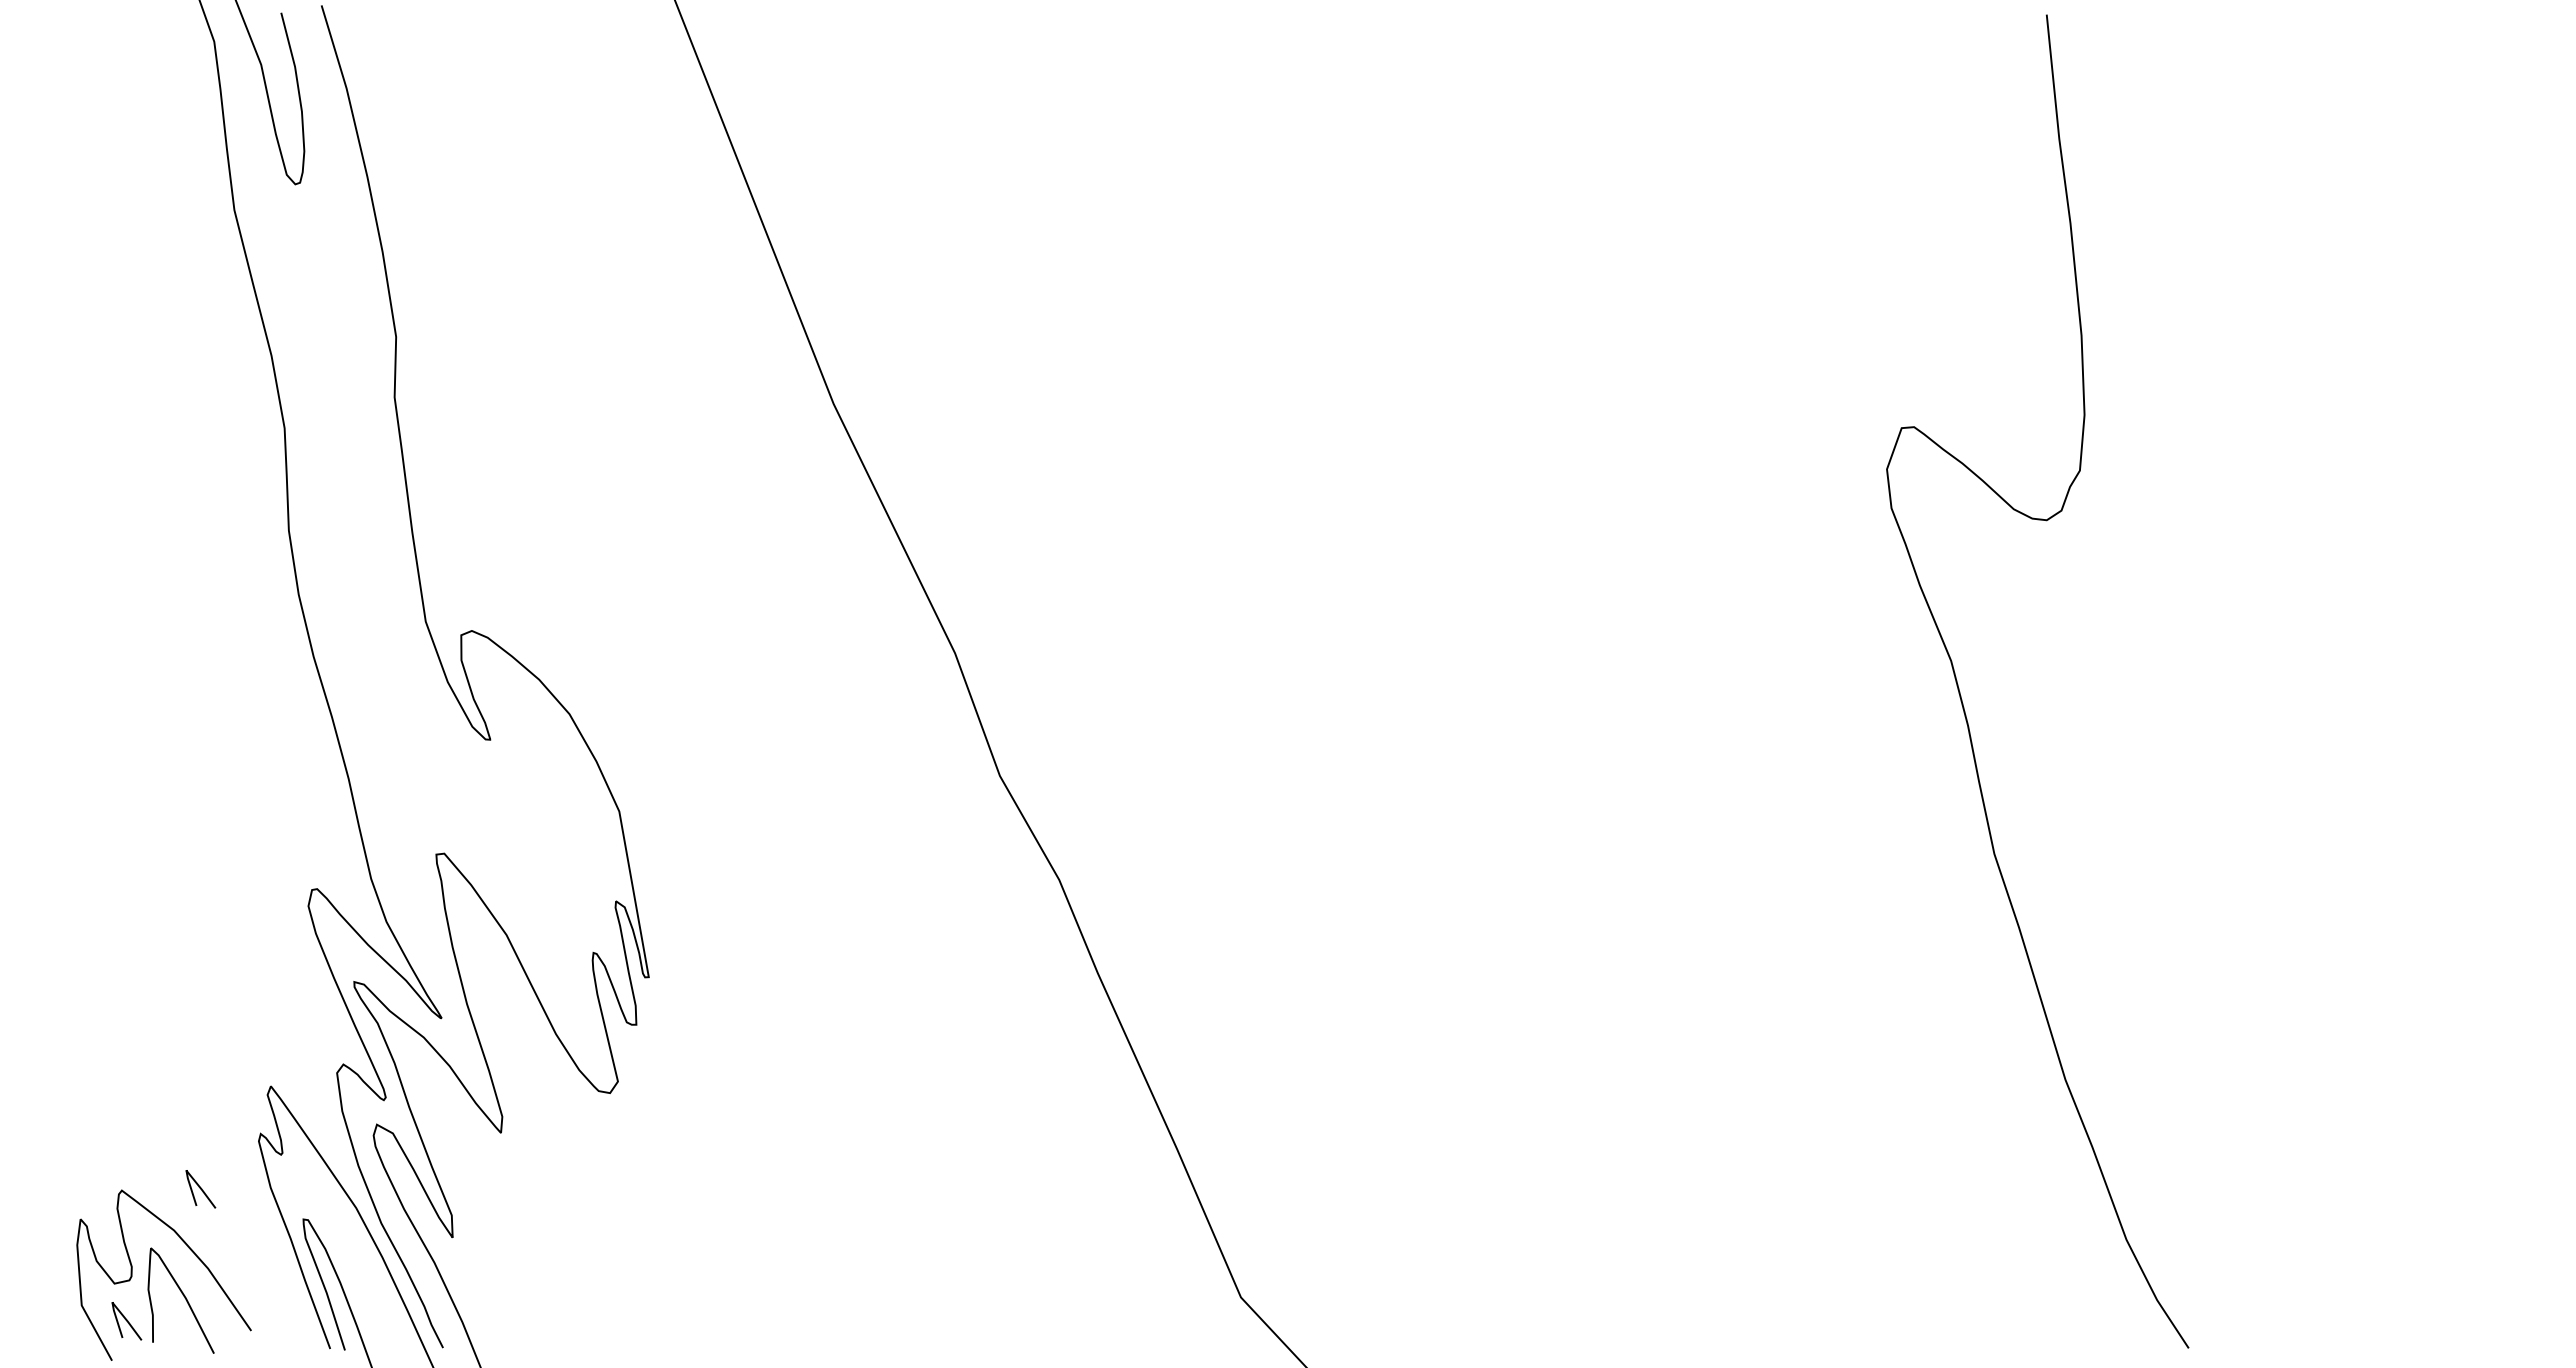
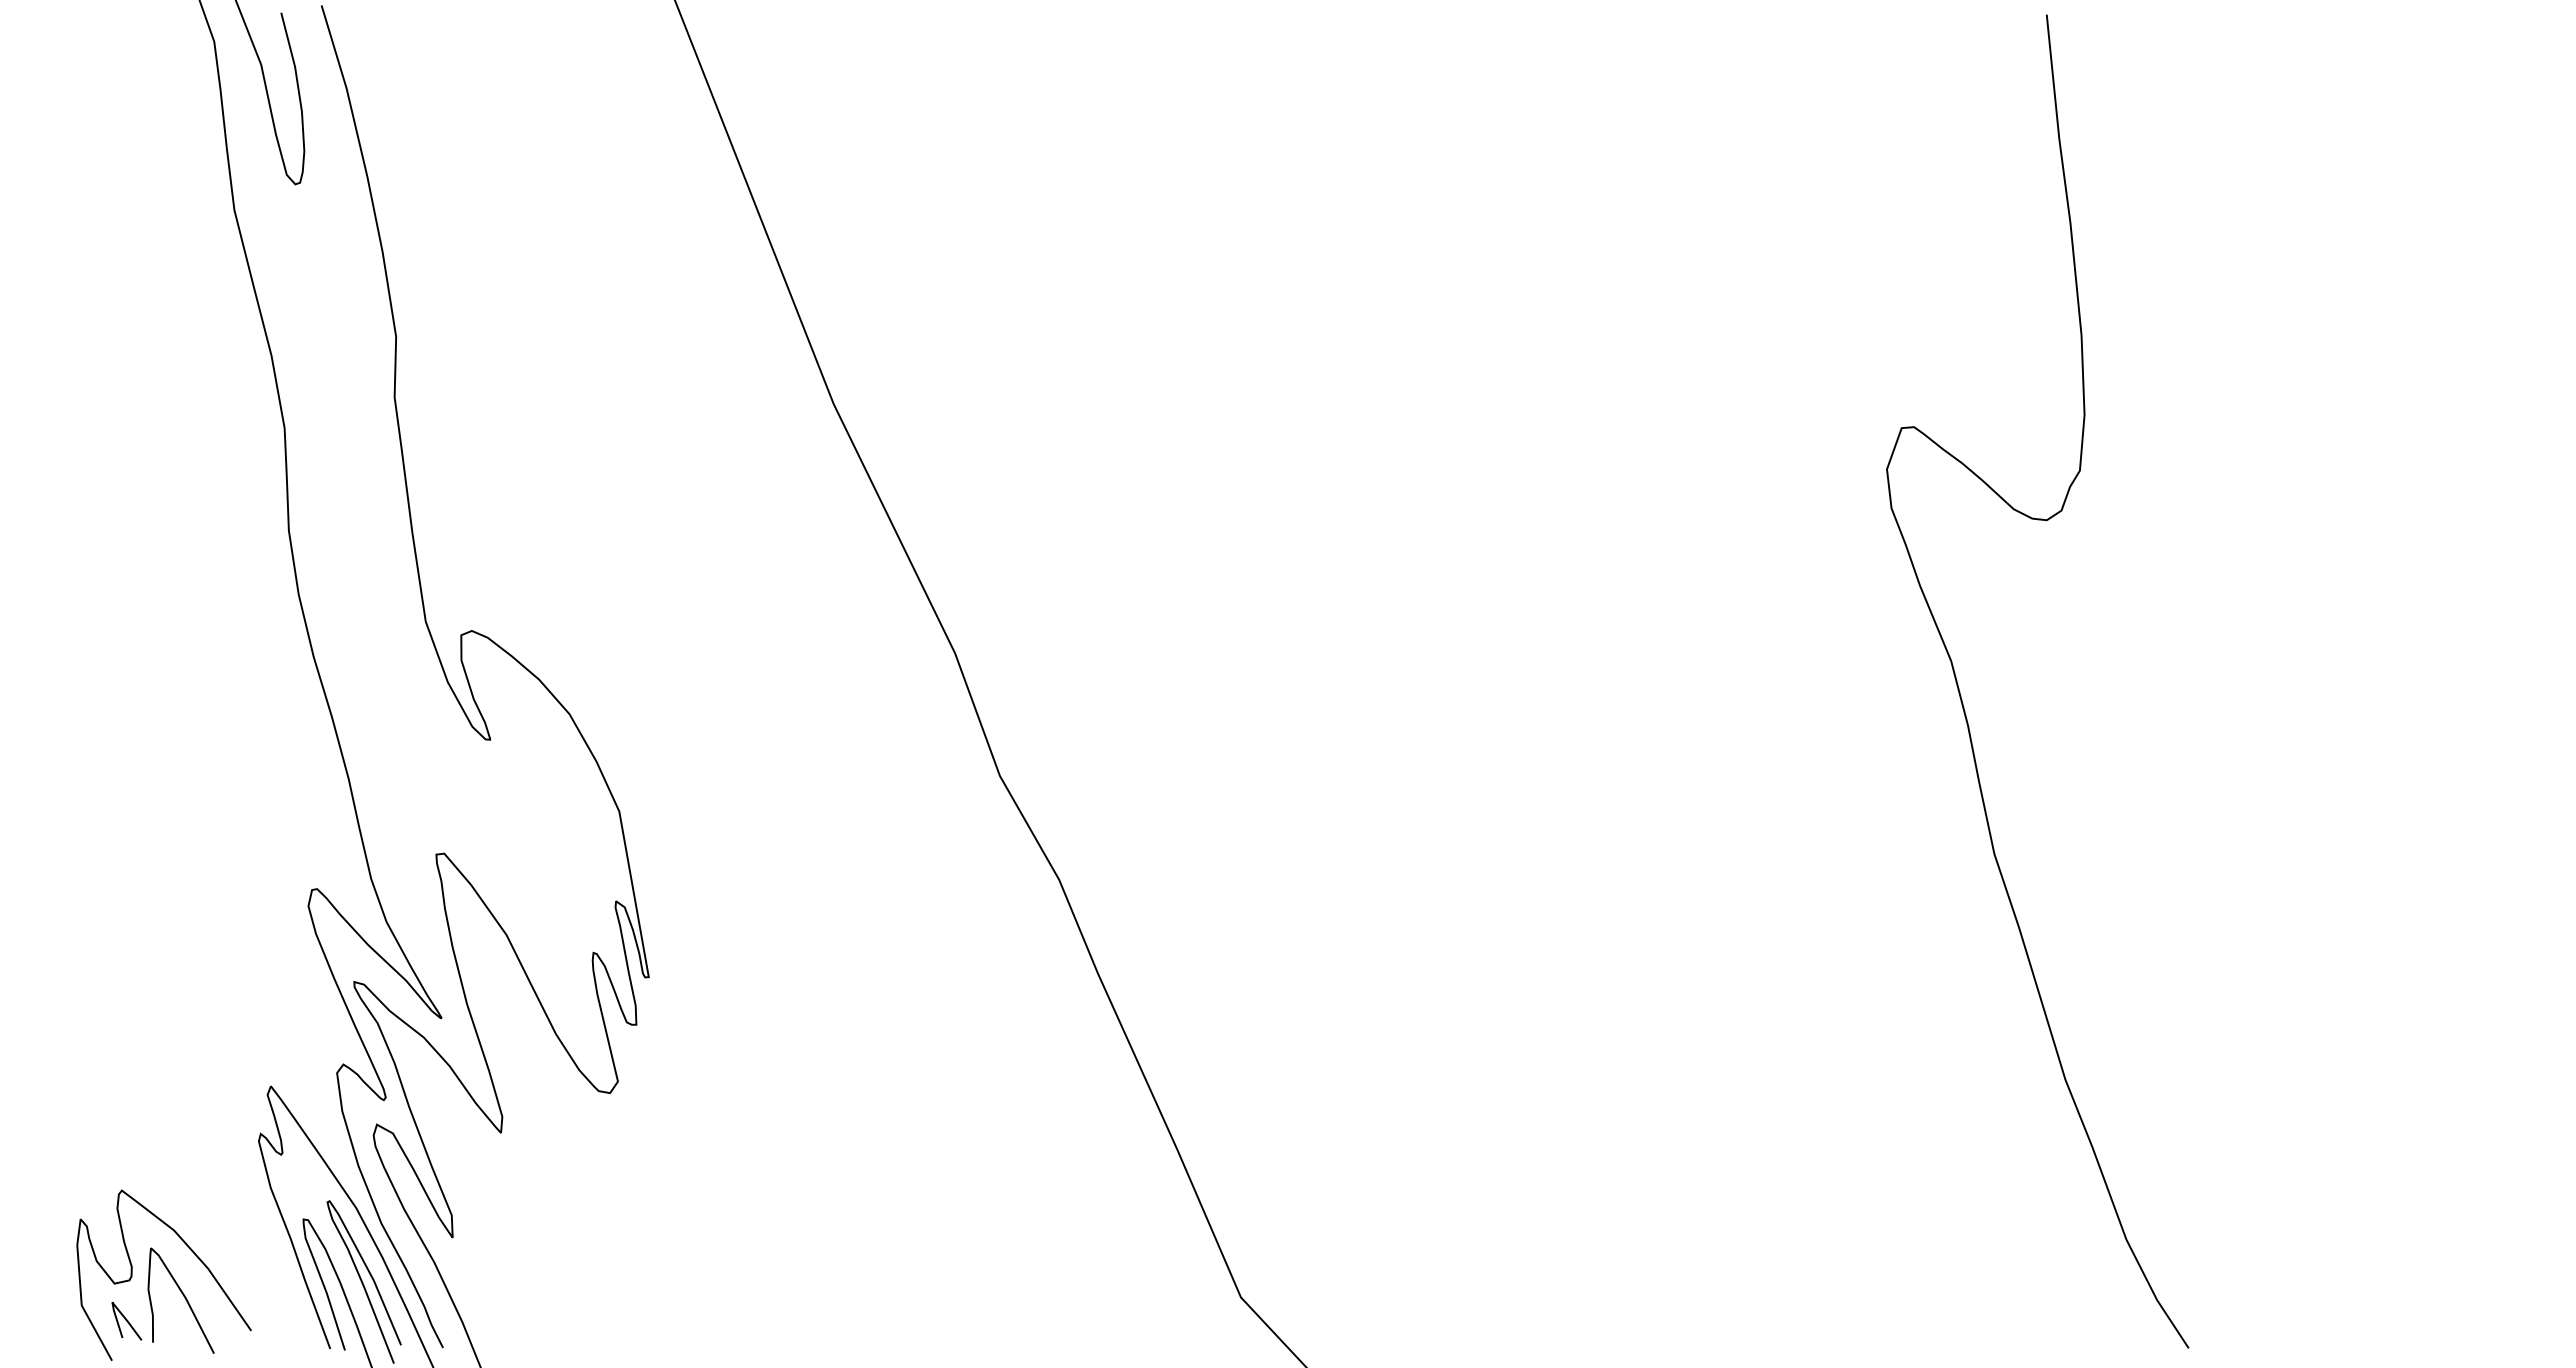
curve at (200, 1189): present -> none
curve at (362, 1281): none -> present
